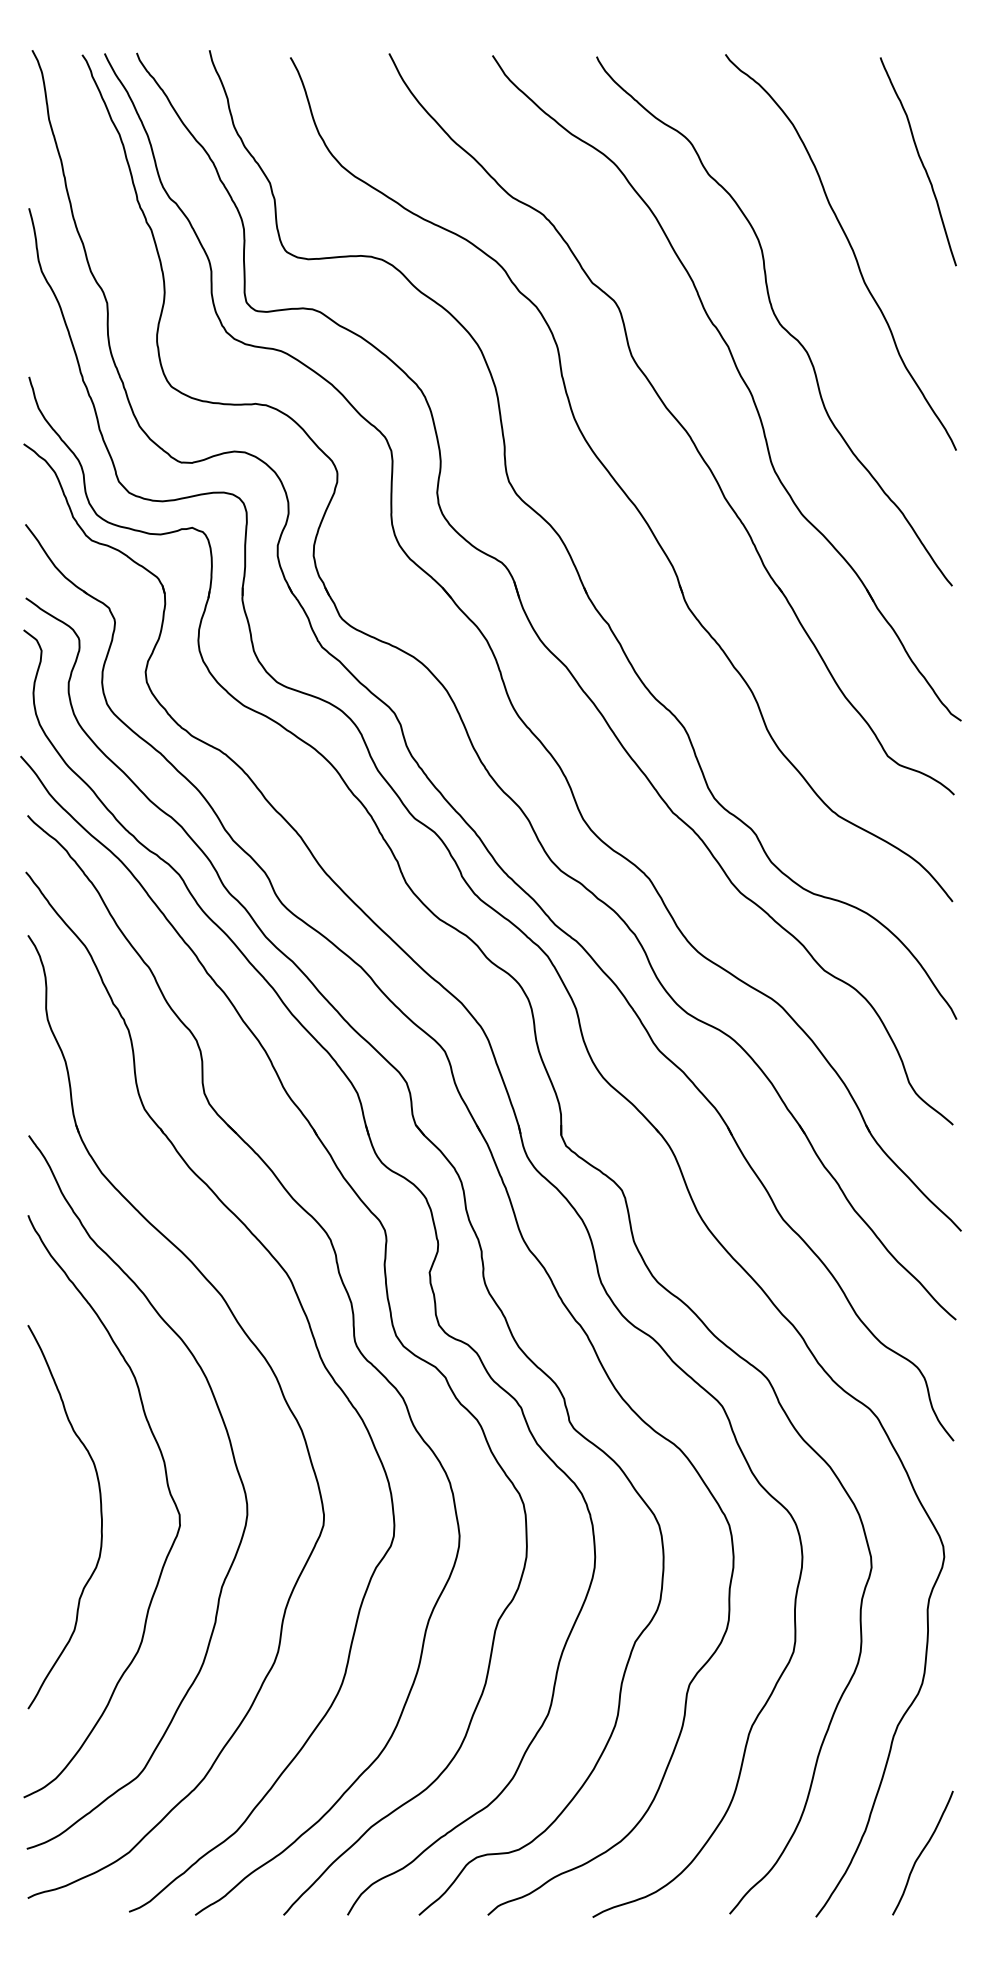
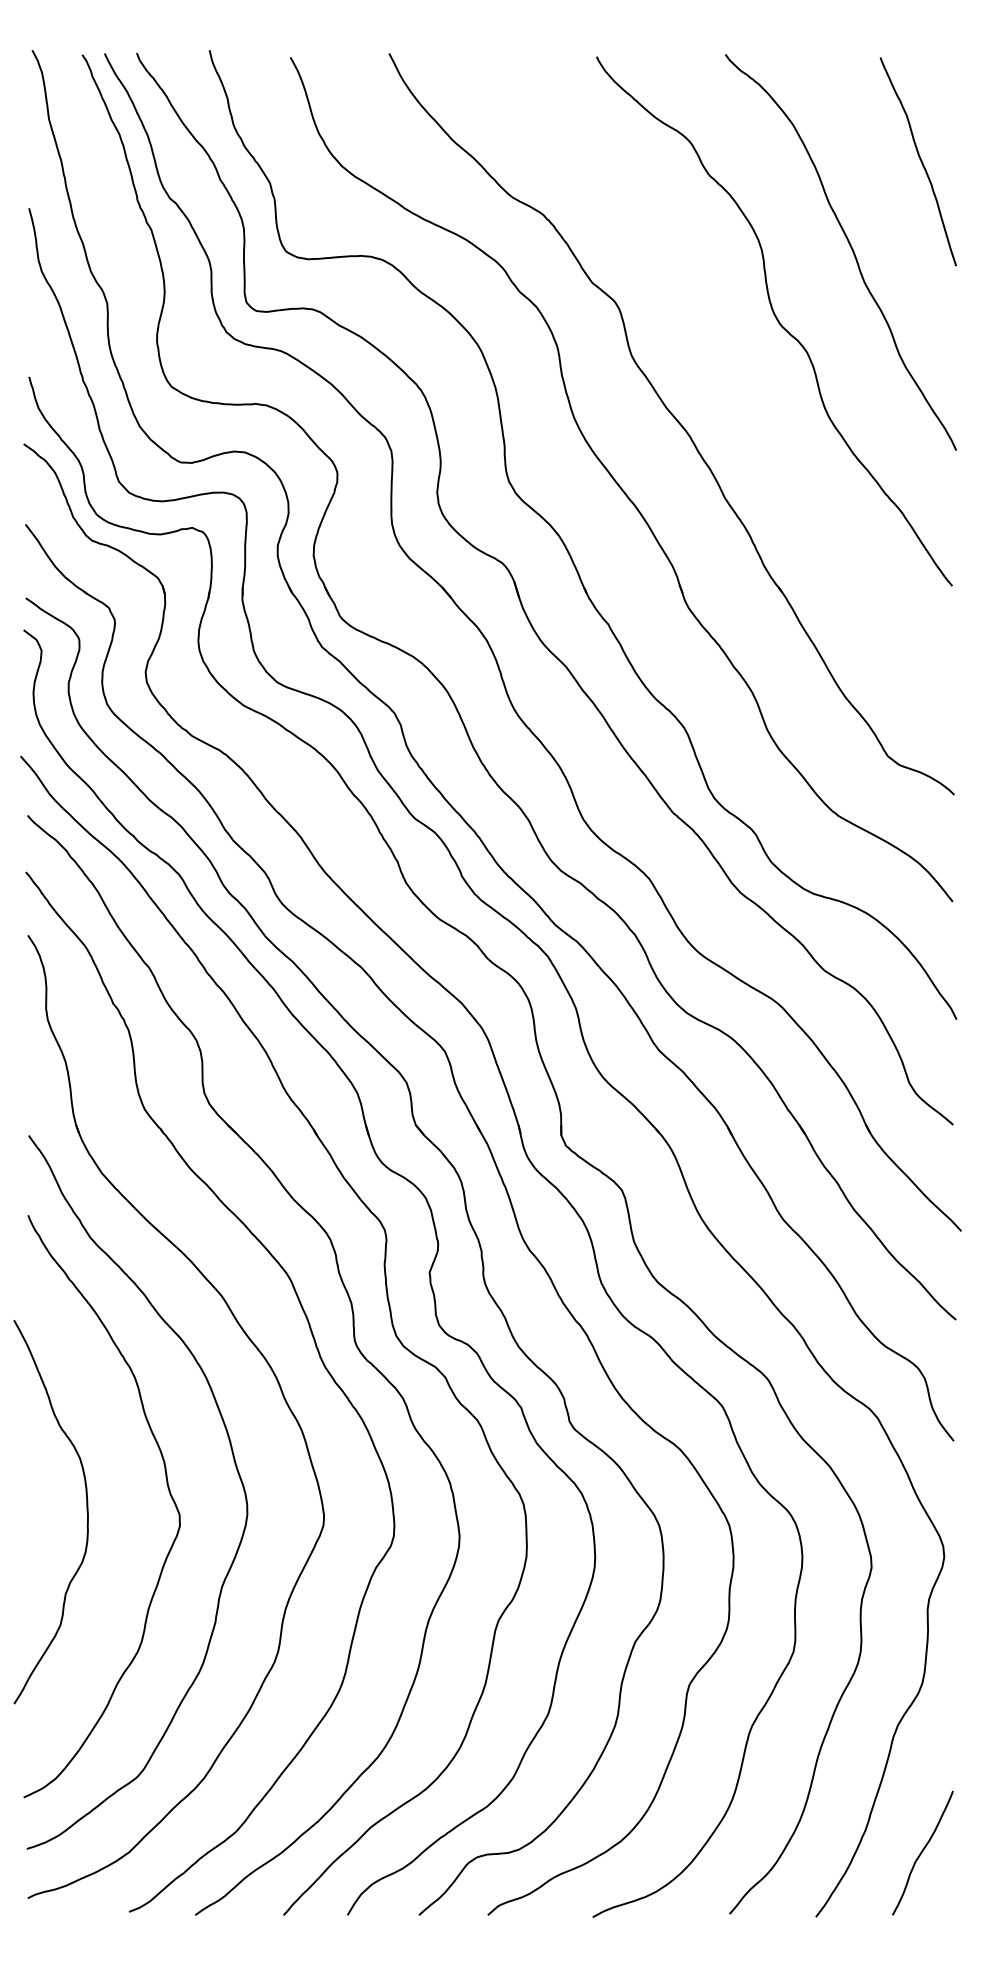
part at (741, 379): present -> none
curve at (100, 1517) position: (100, 1517) -> (86, 1512)
